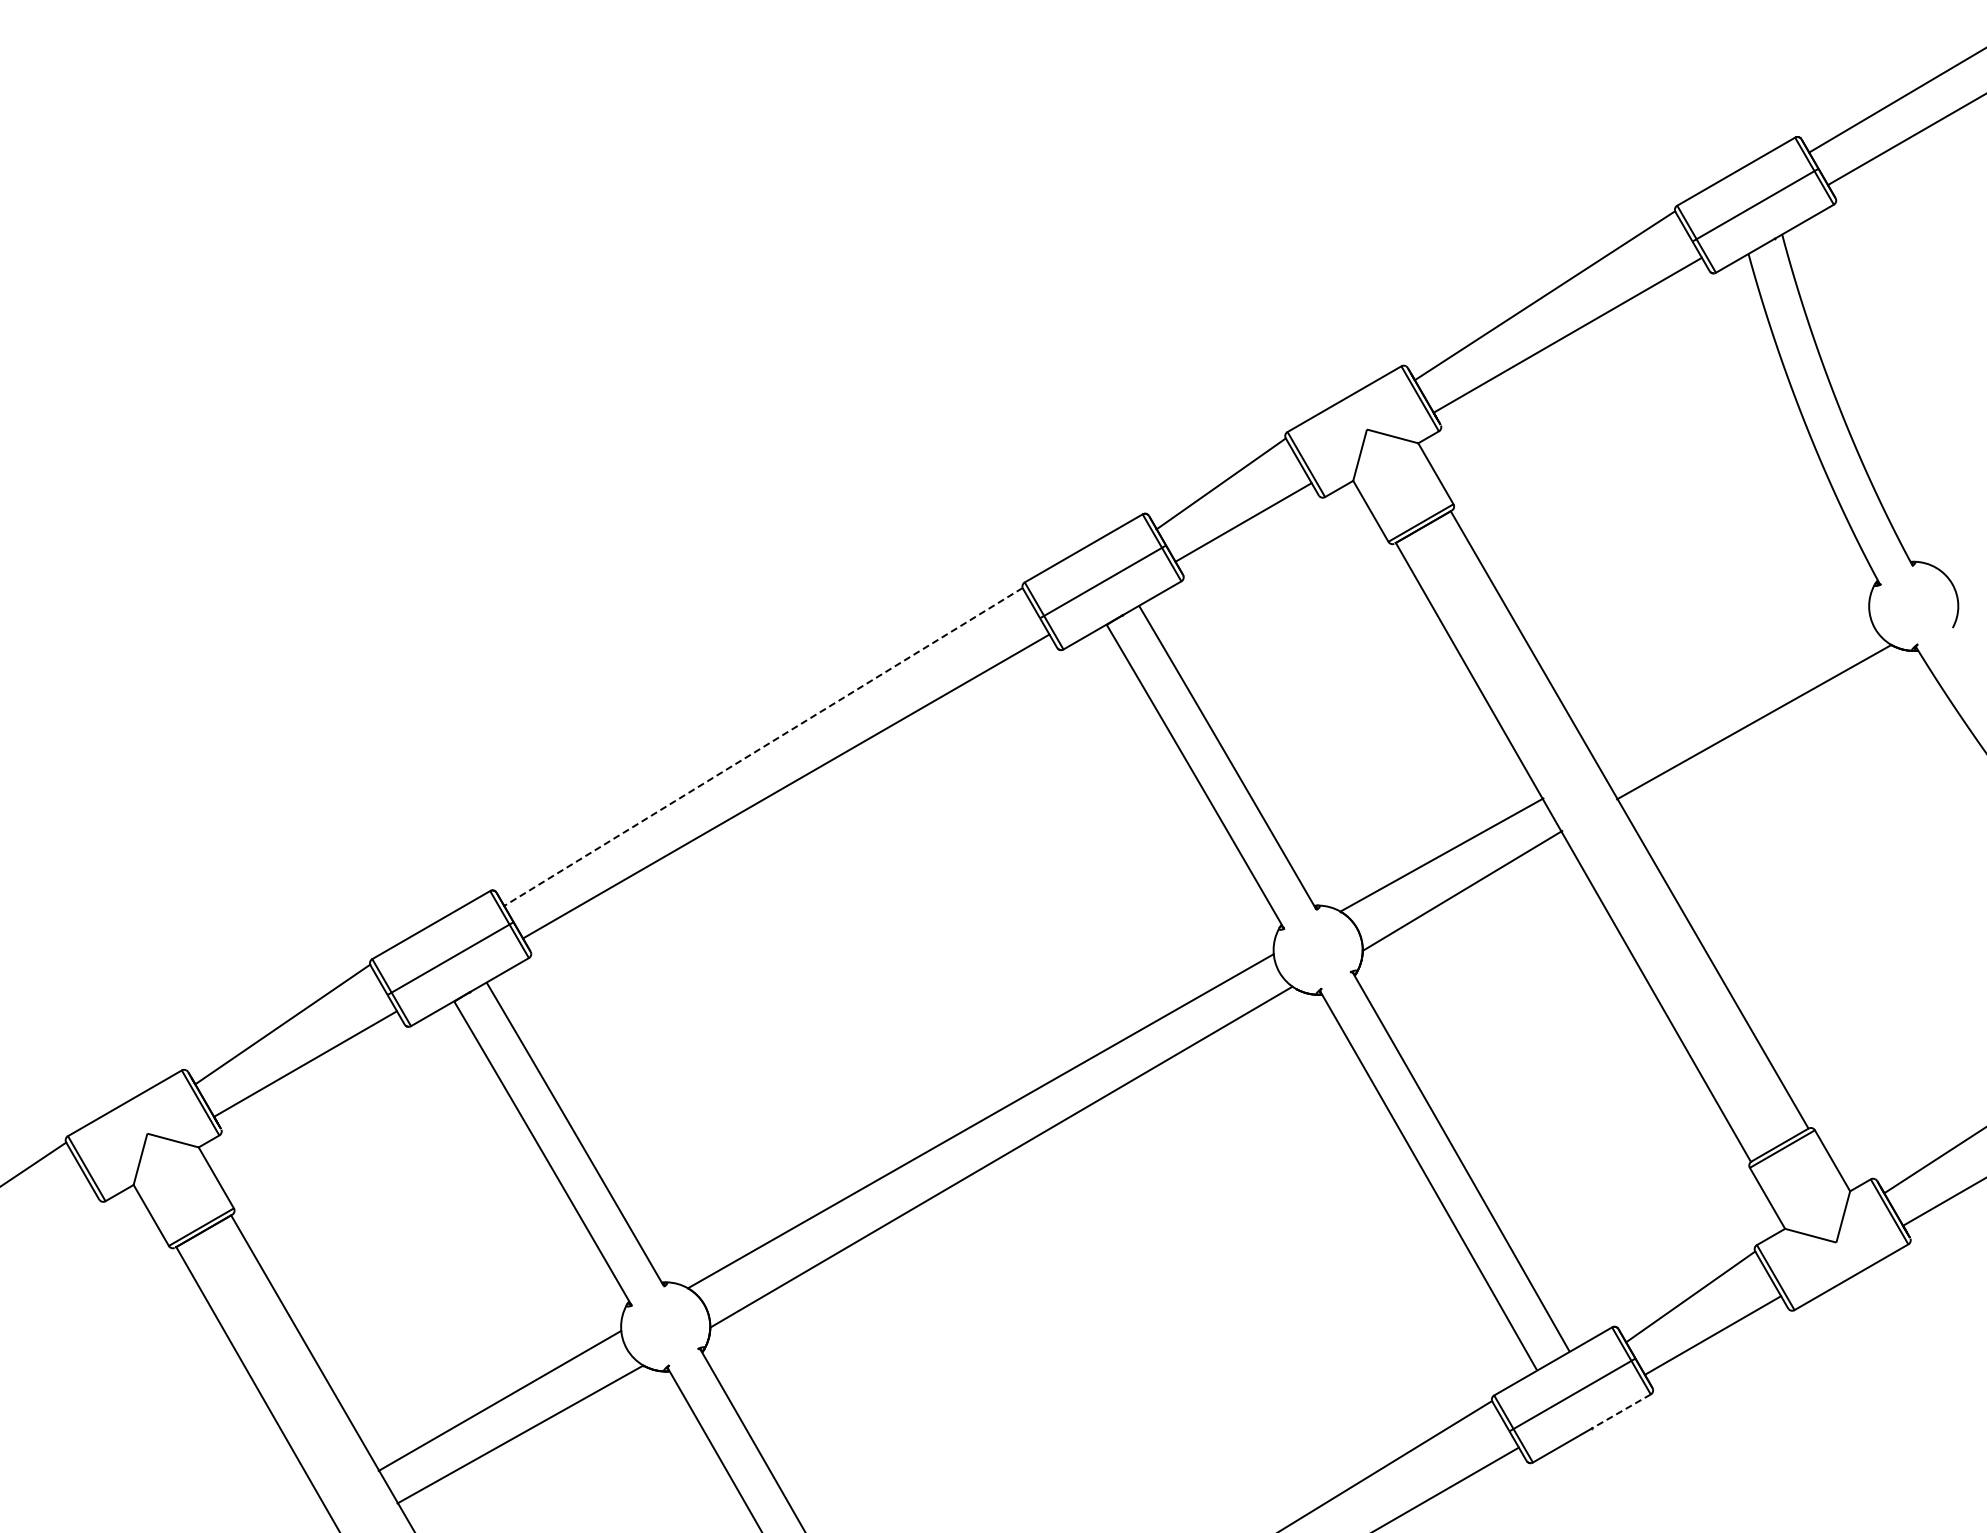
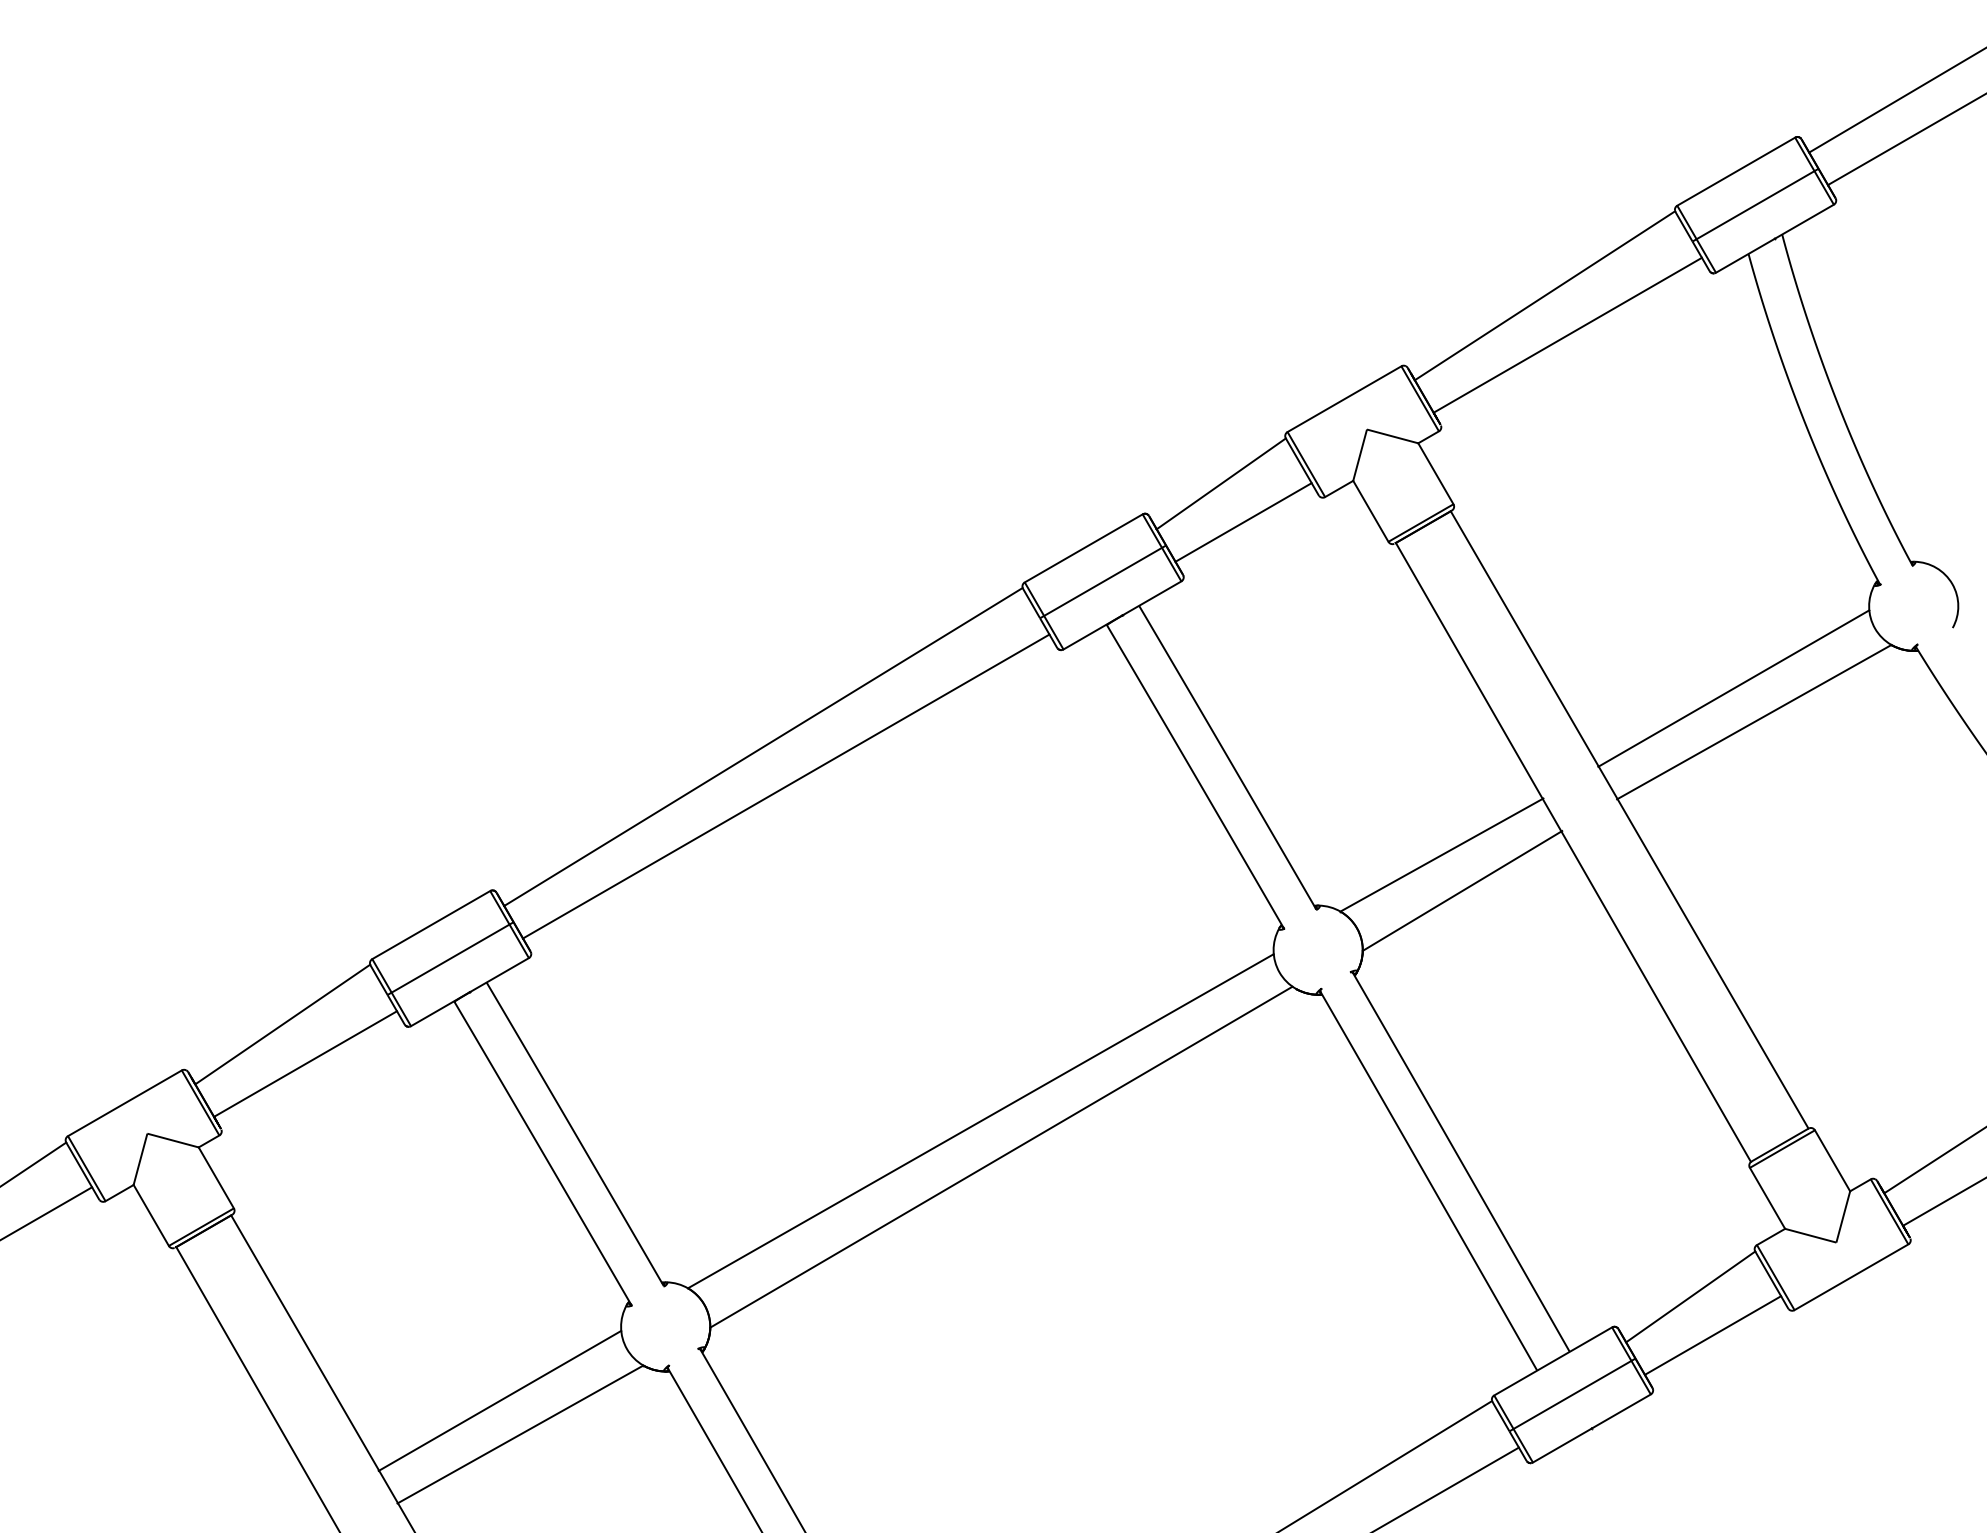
line at (1733, 688): none -> present
line at (763, 747): dashed -> solid
line at (47, 1212): none -> present
line at (1620, 1411): dashed -> solid
